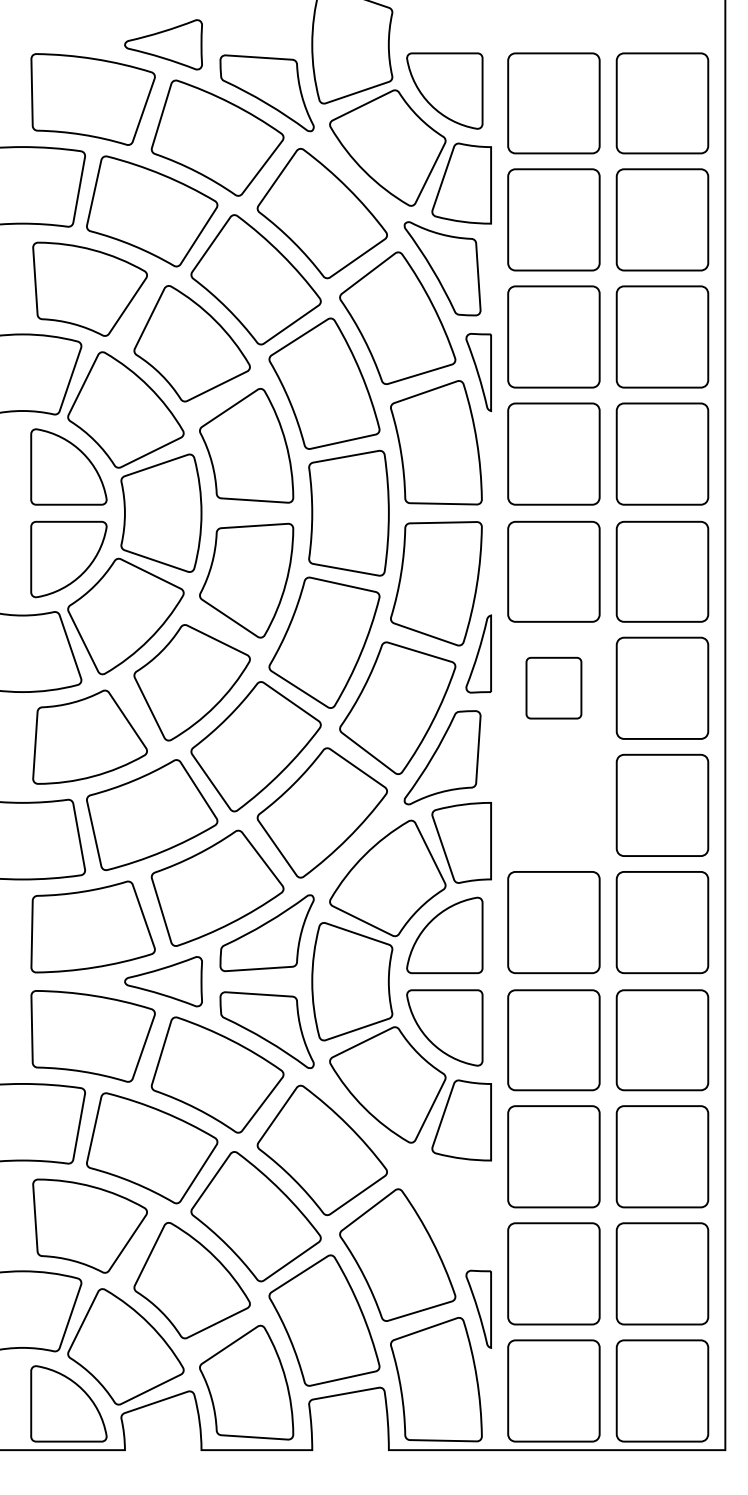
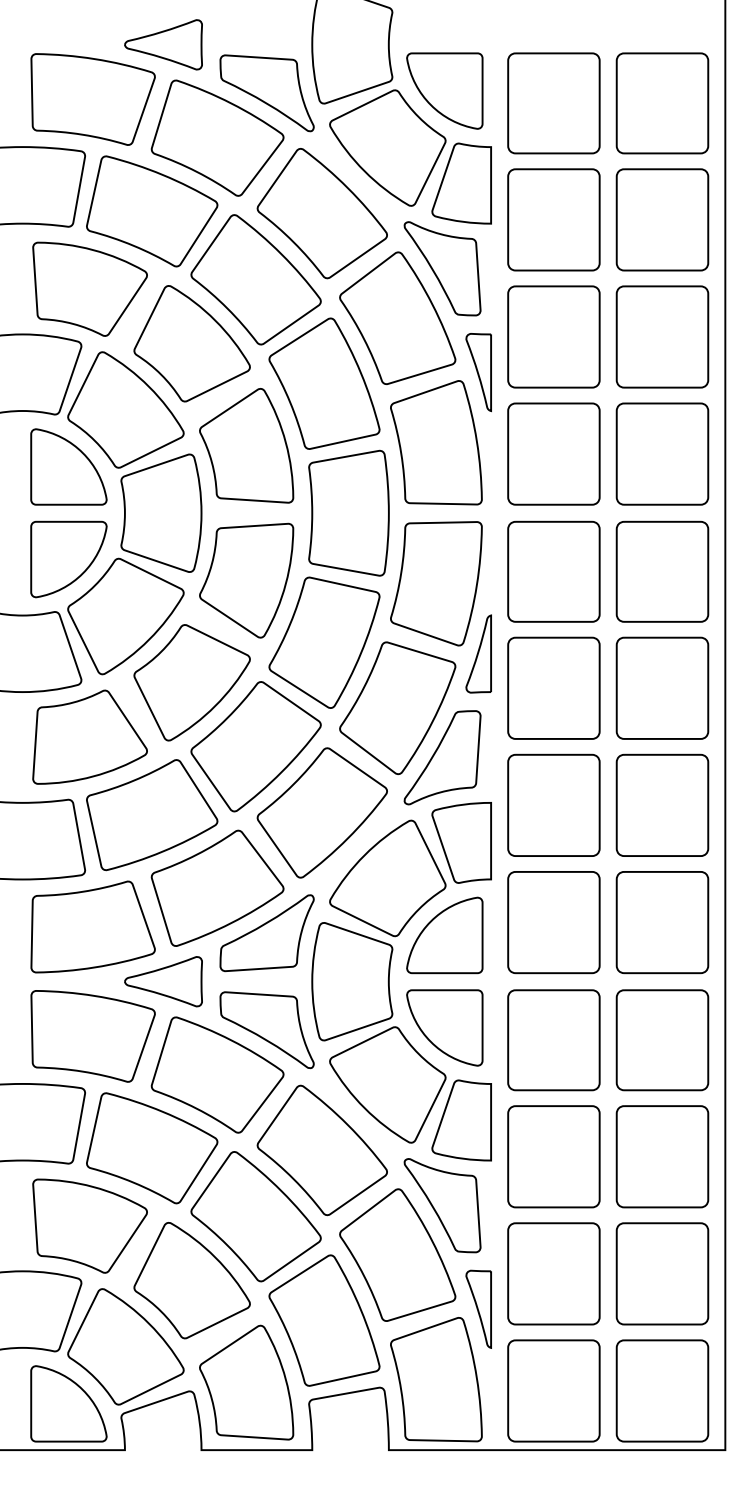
part at (553, 687) size: 58x64 px -> 94x104 px
part at (553, 804): none -> present
part at (442, 1205): none -> present
